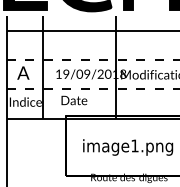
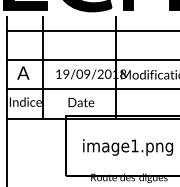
line at (93, 60): dashed -> solid
line at (93, 89): dashed -> solid
text at (74, 100) position: (74, 100) -> (81, 102)
